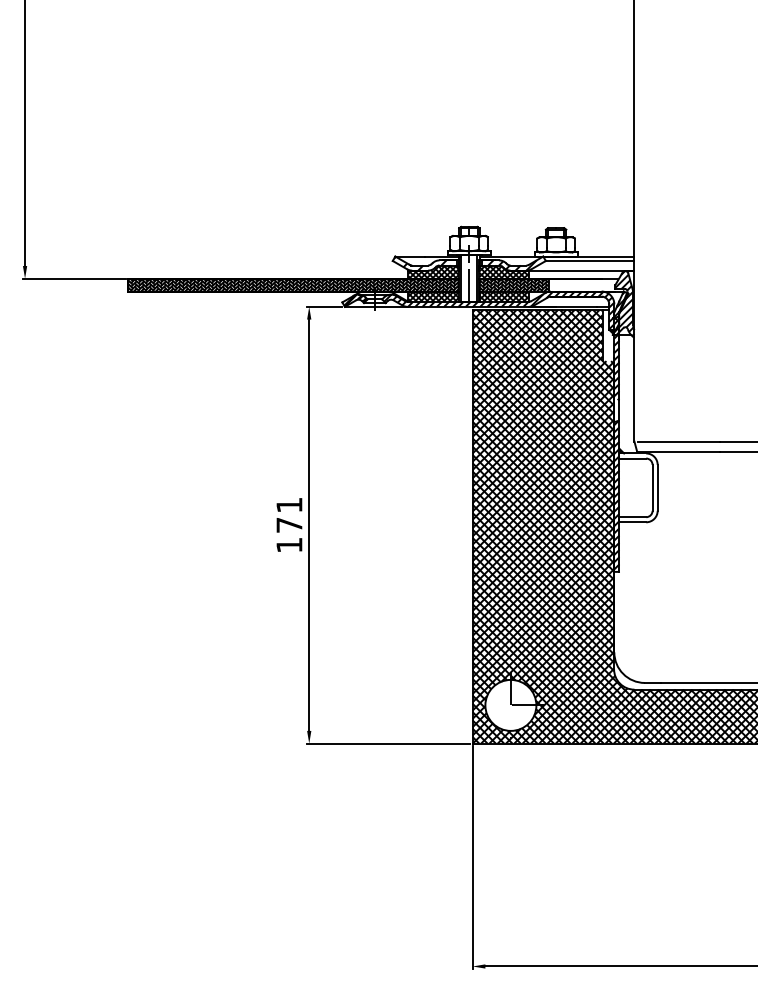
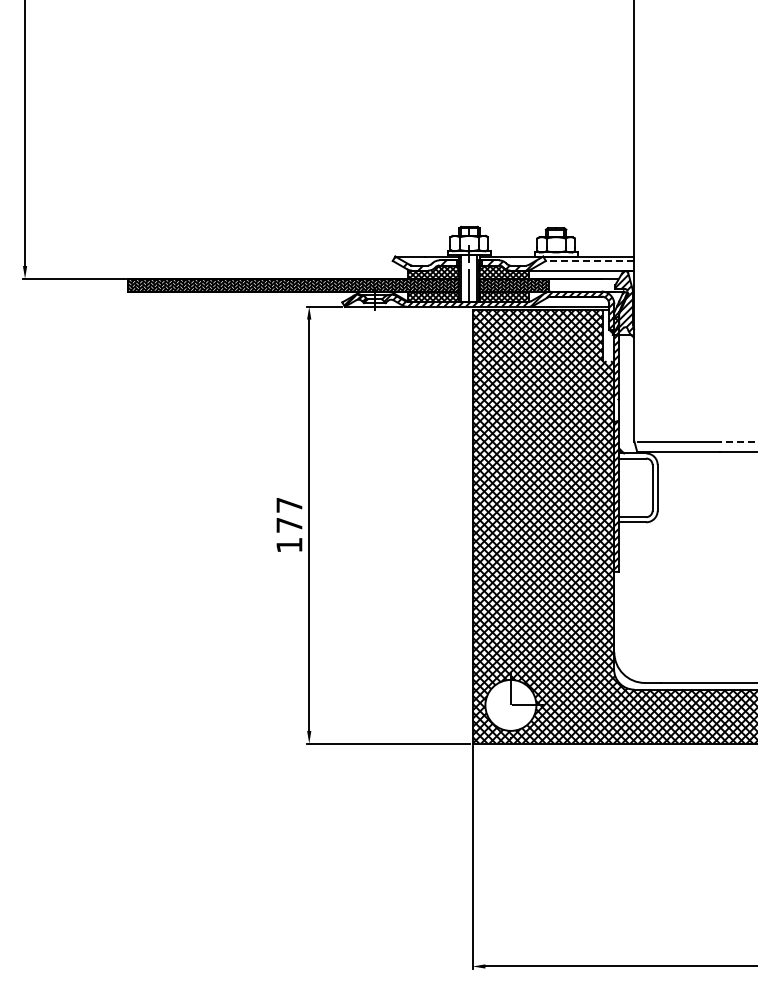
line at (589, 261): solid -> dashed
line at (738, 441): solid -> dashed
text at (289, 505): 171 -> 177
